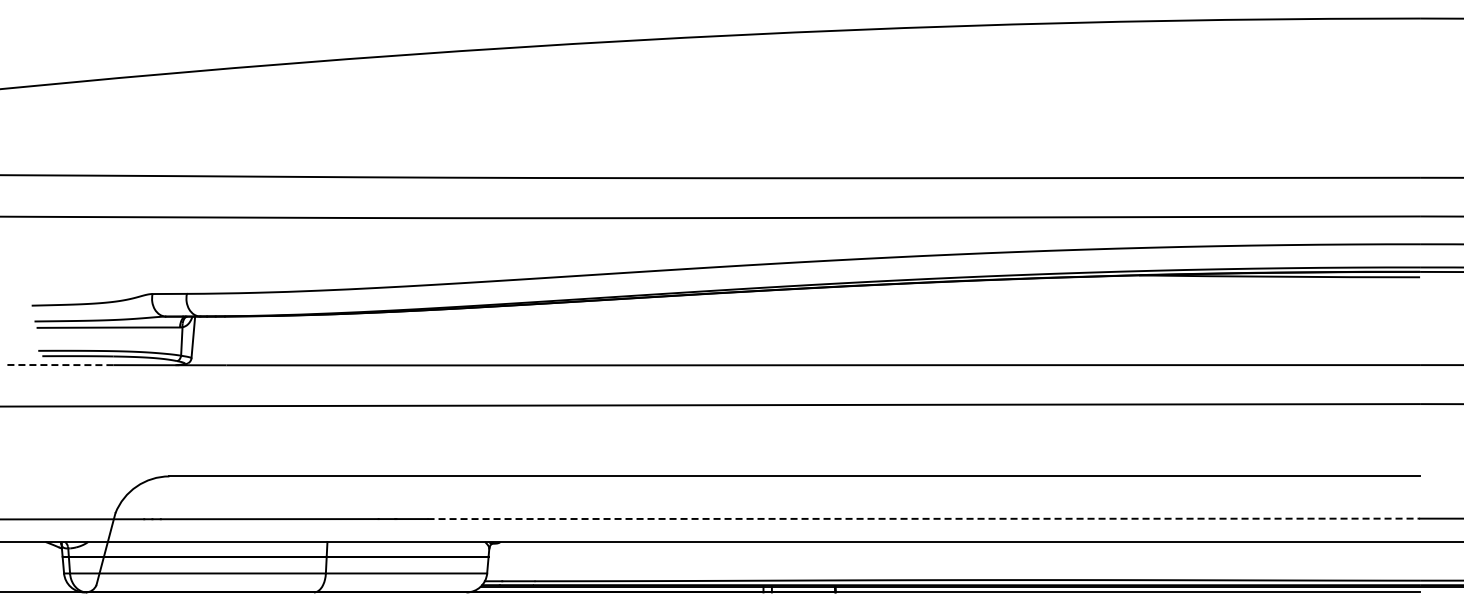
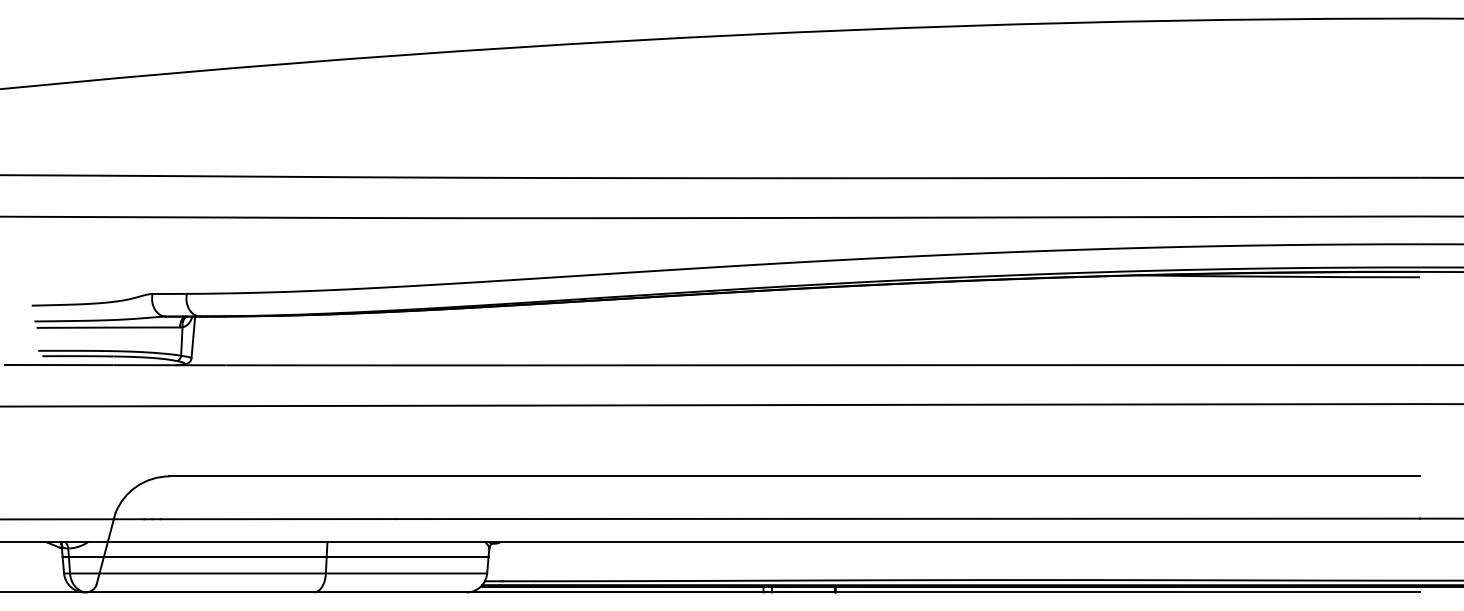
line at (58, 365): dashed -> solid
line at (924, 518): dashed -> solid
